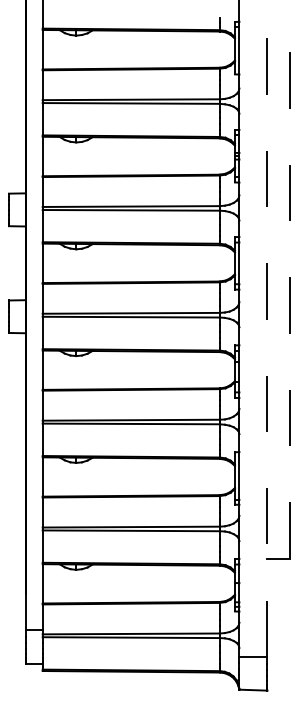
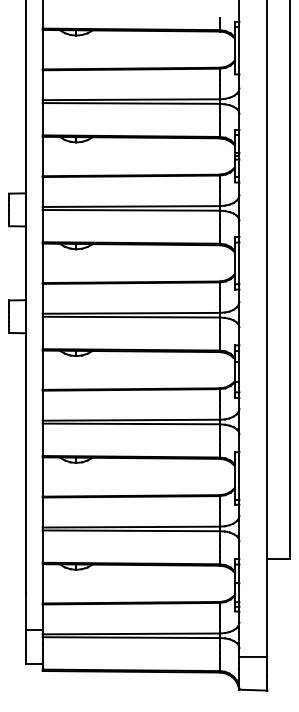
line at (290, 279): dashed -> solid
line at (267, 328): dashed -> solid
